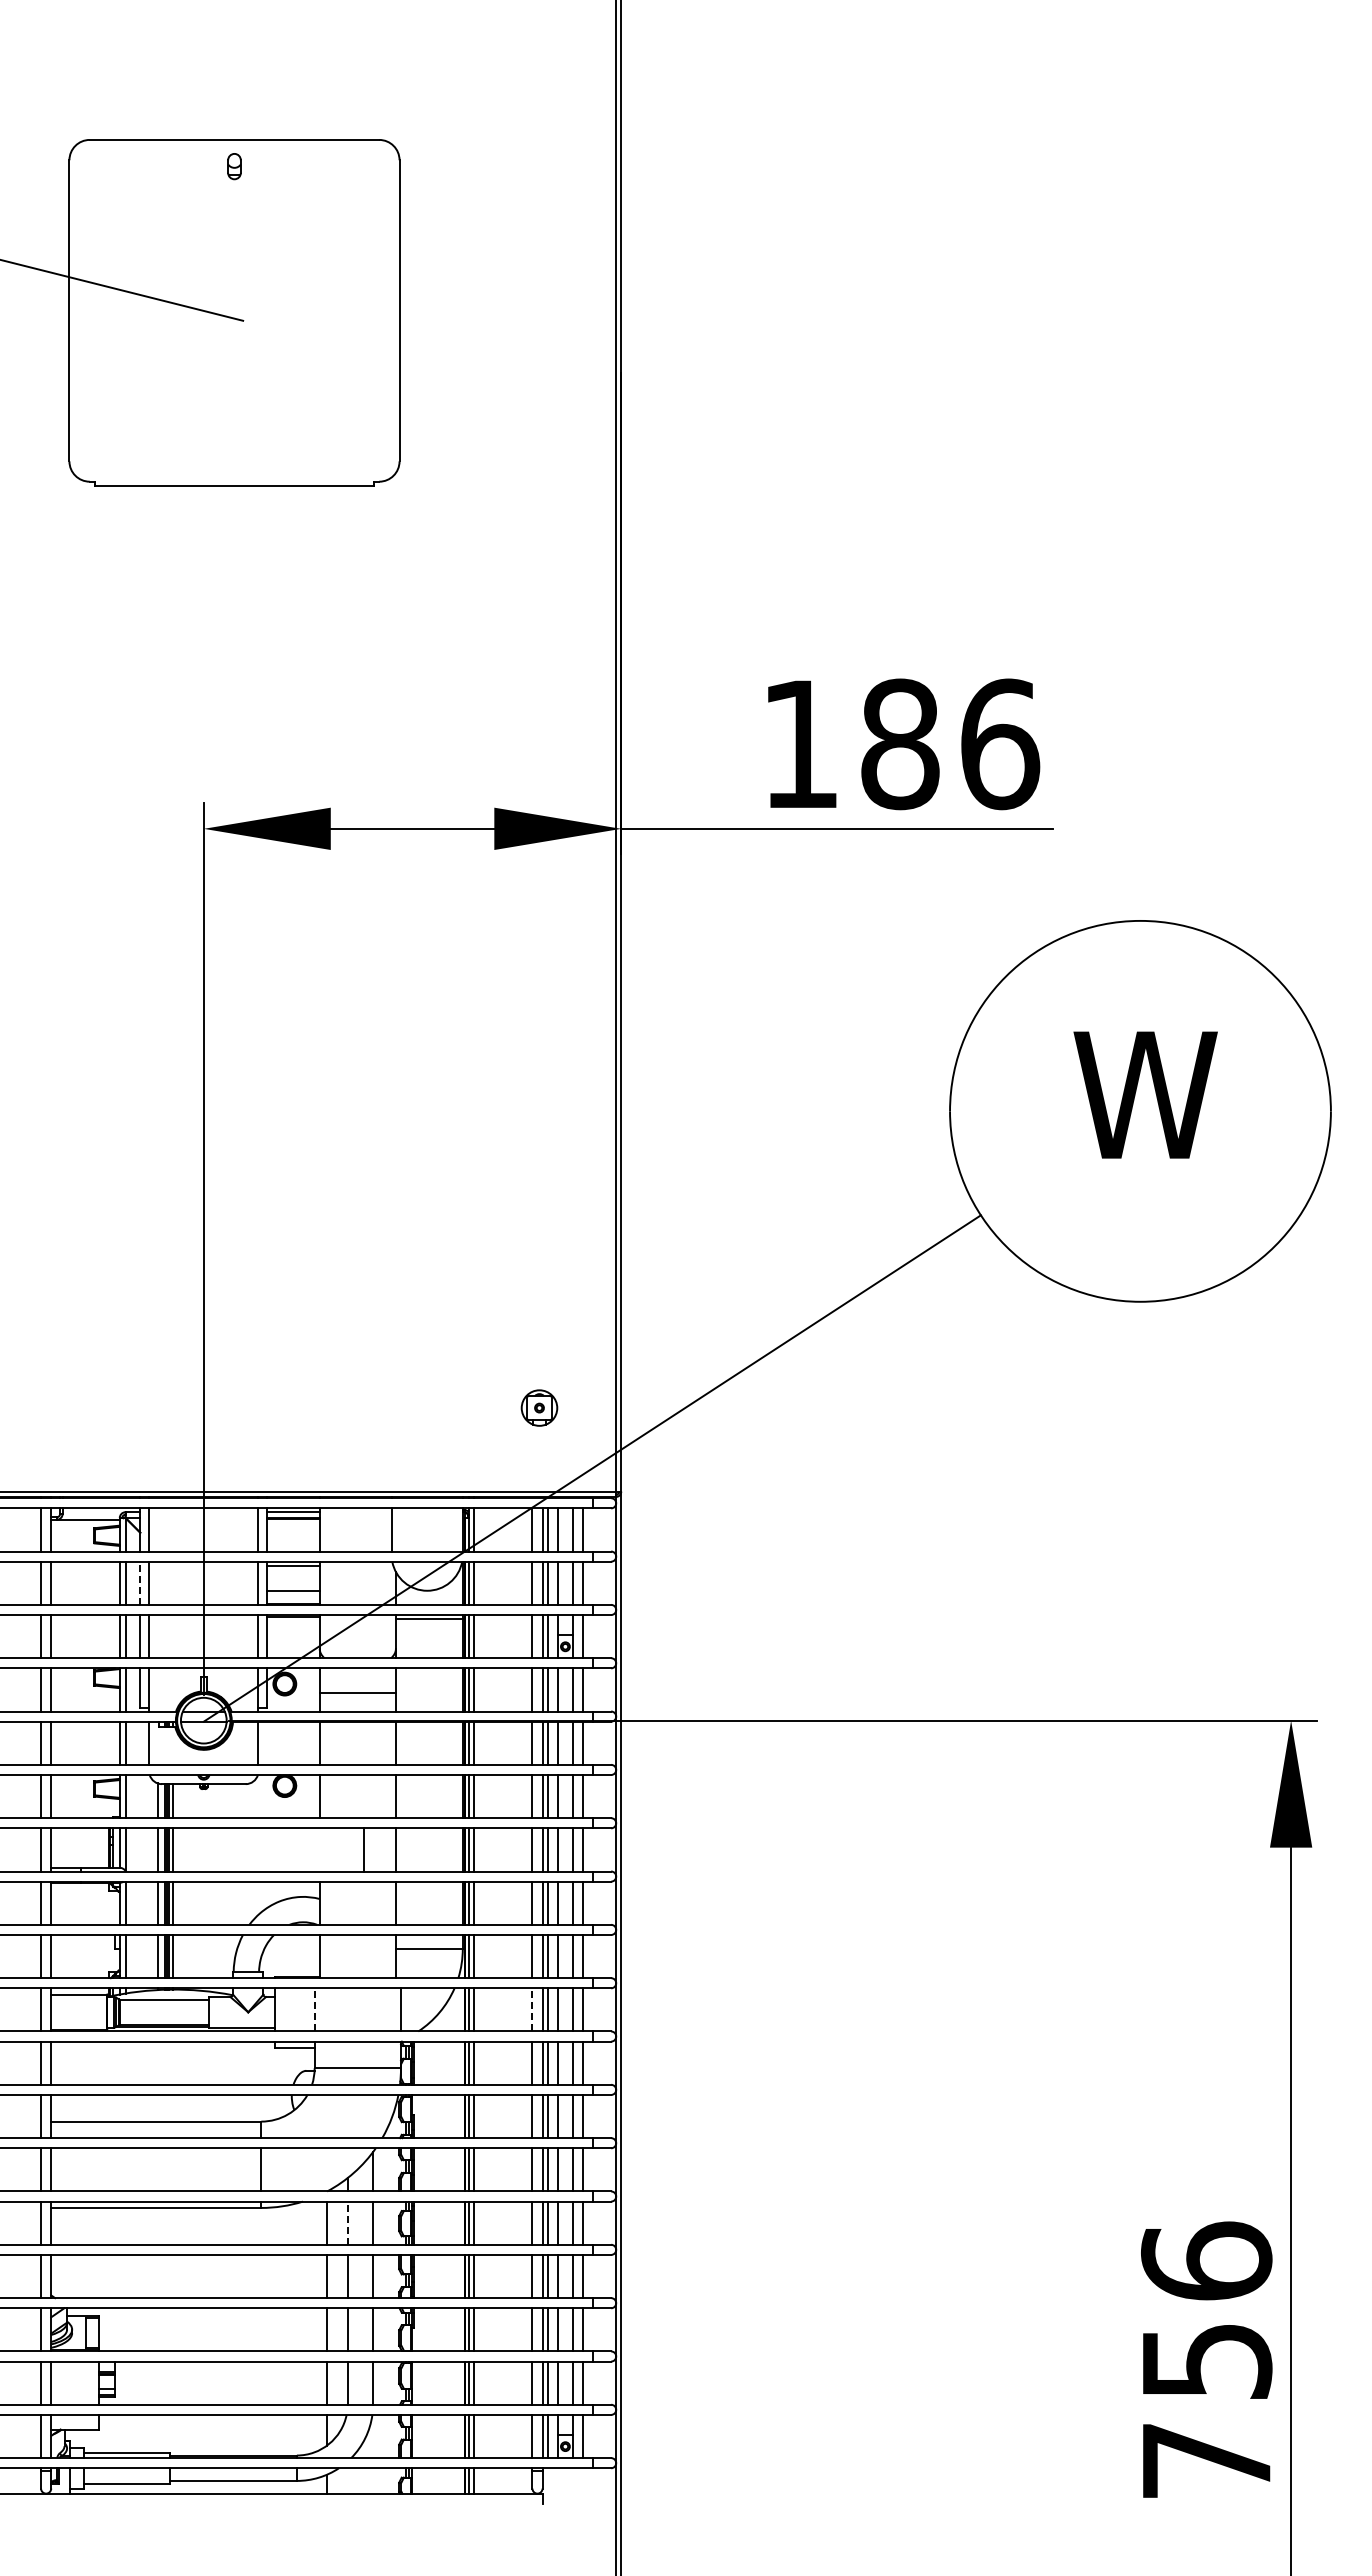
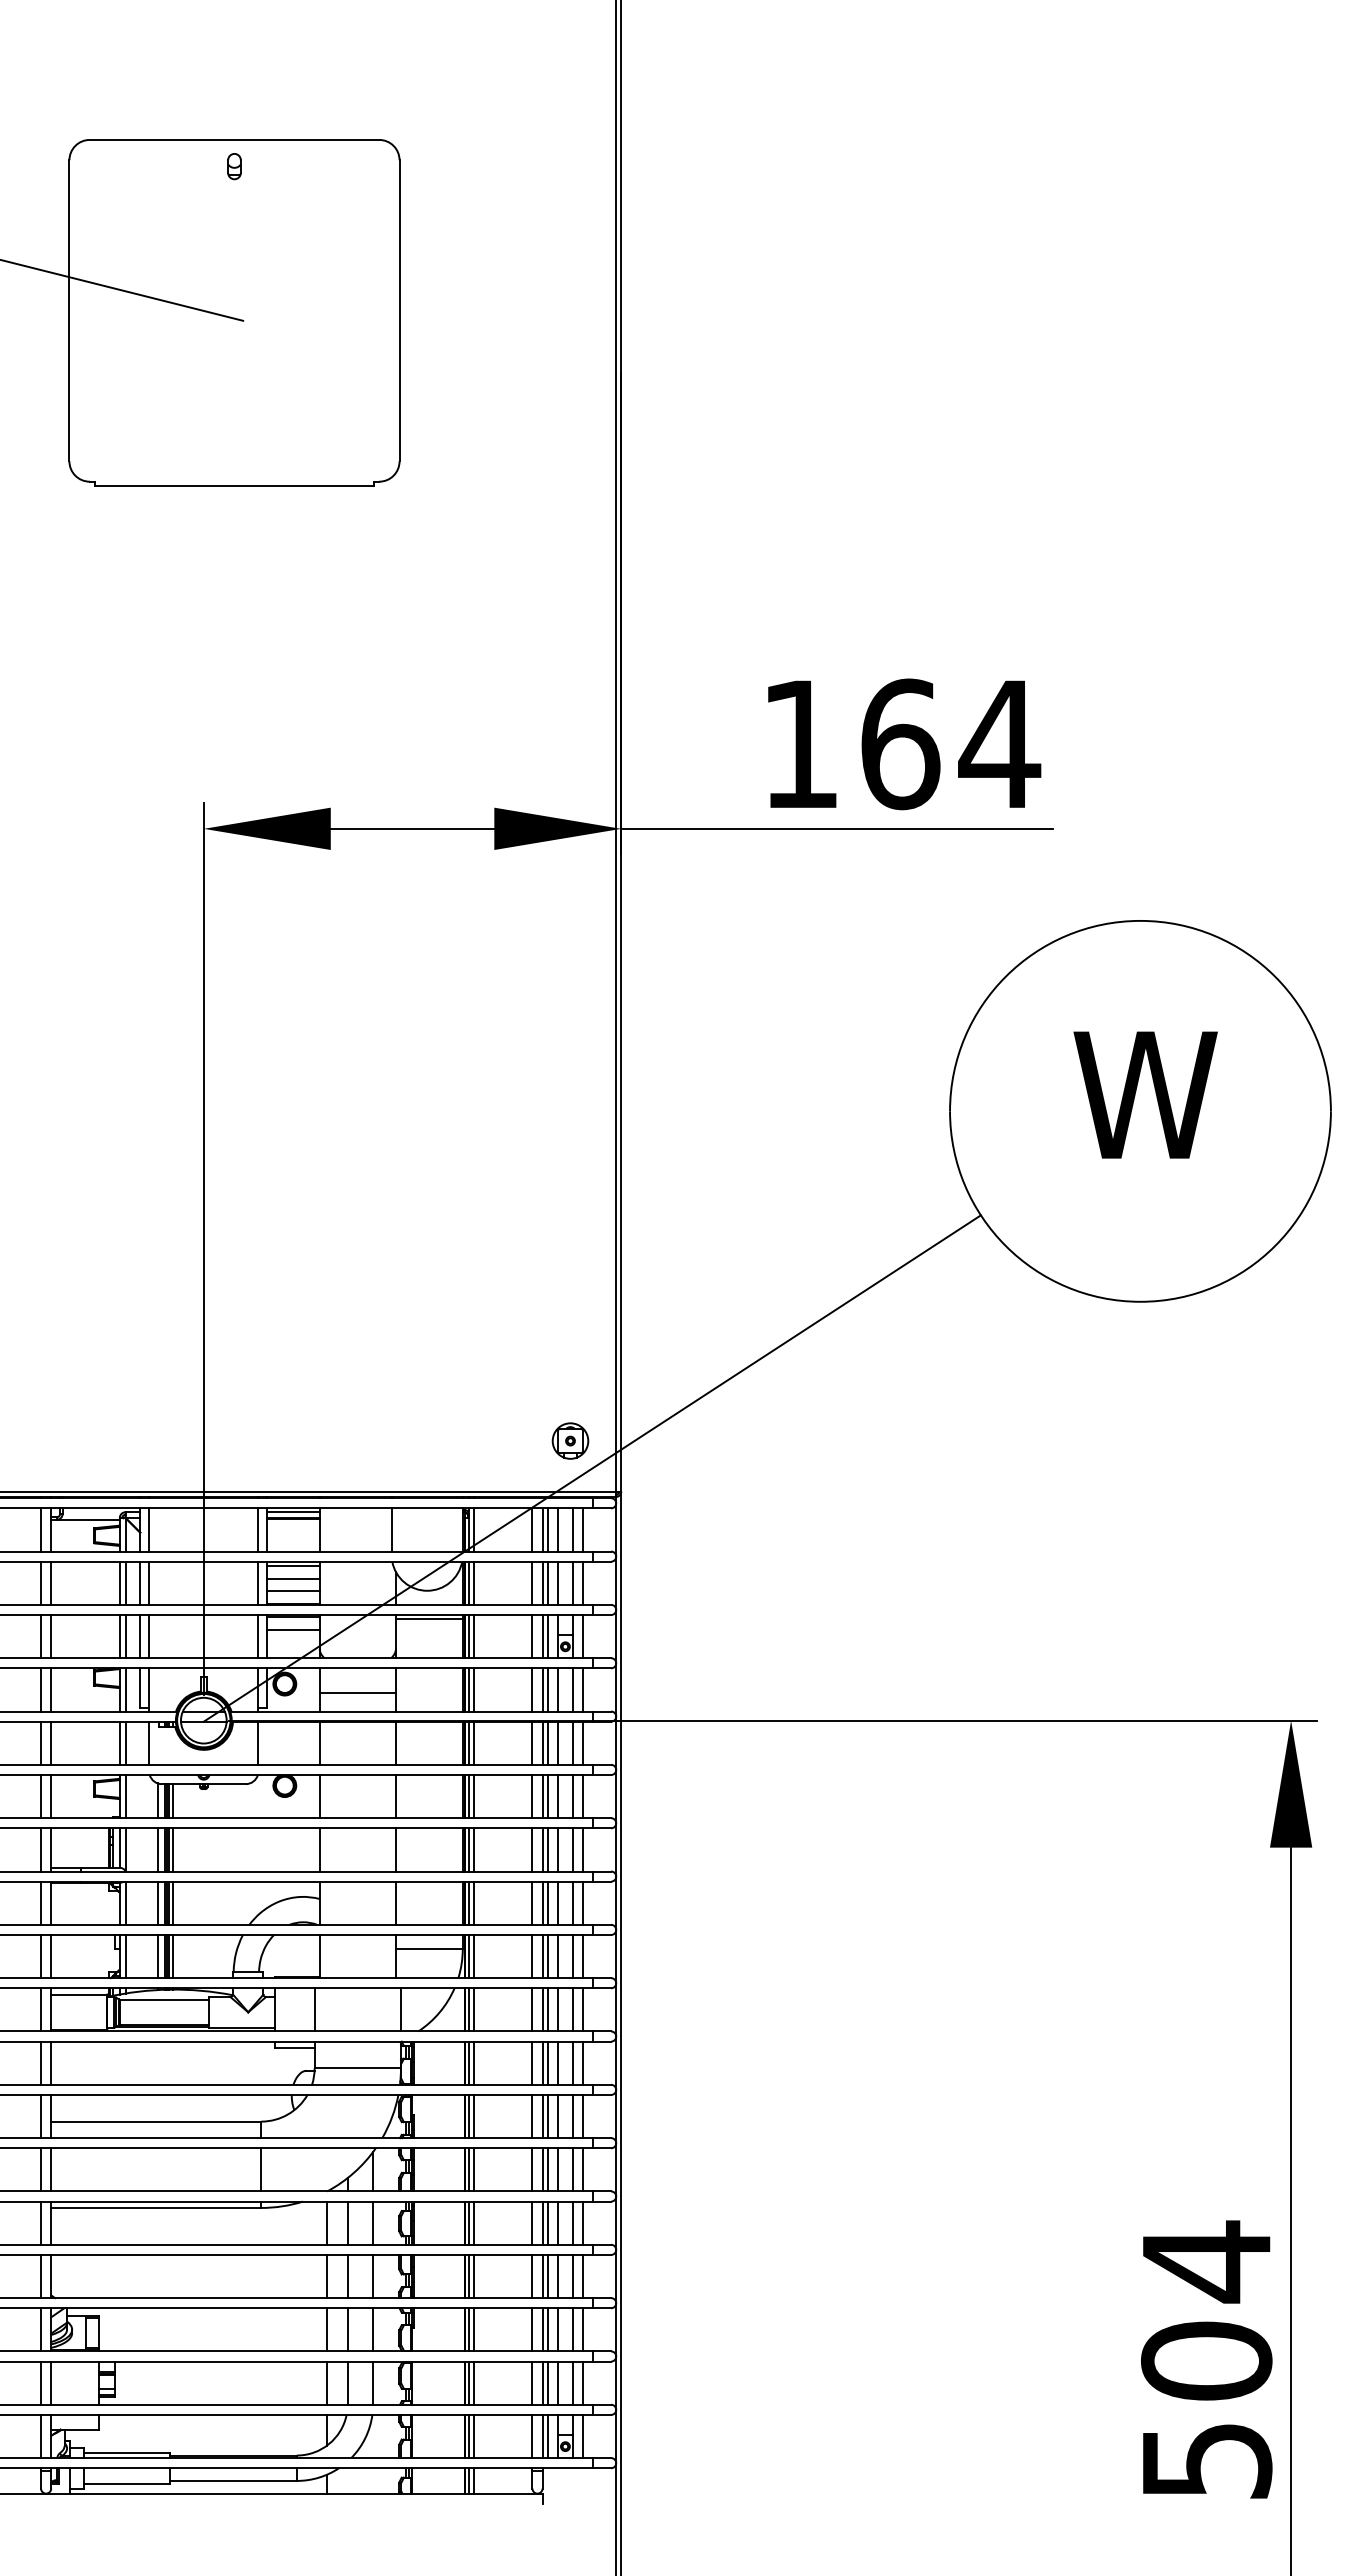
text at (951, 744): 186 -> 164
part at (539, 1407) position: (539, 1407) -> (570, 1440)
line at (293, 1578): none -> present
line at (140, 1583): dashed -> solid
line at (293, 1629): none -> present
line at (363, 1849) position: (363, 1849) -> (319, 1849)
line at (314, 2009): dashed -> solid
line at (532, 2009): dashed -> solid
line at (347, 2223): dashed -> solid
text at (1206, 2359): 756 -> 504
